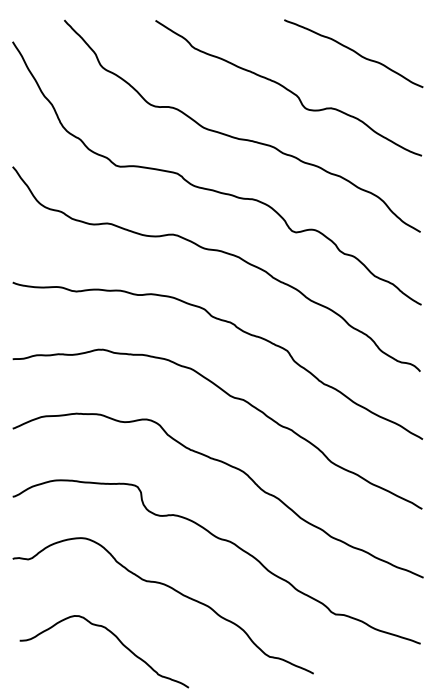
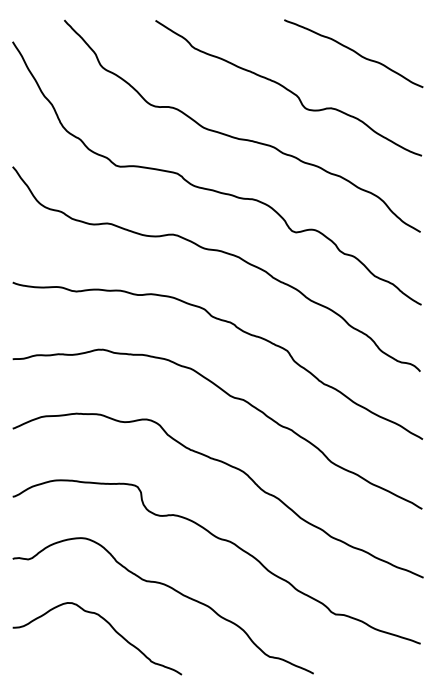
curve at (116, 638) position: (116, 638) -> (109, 625)
